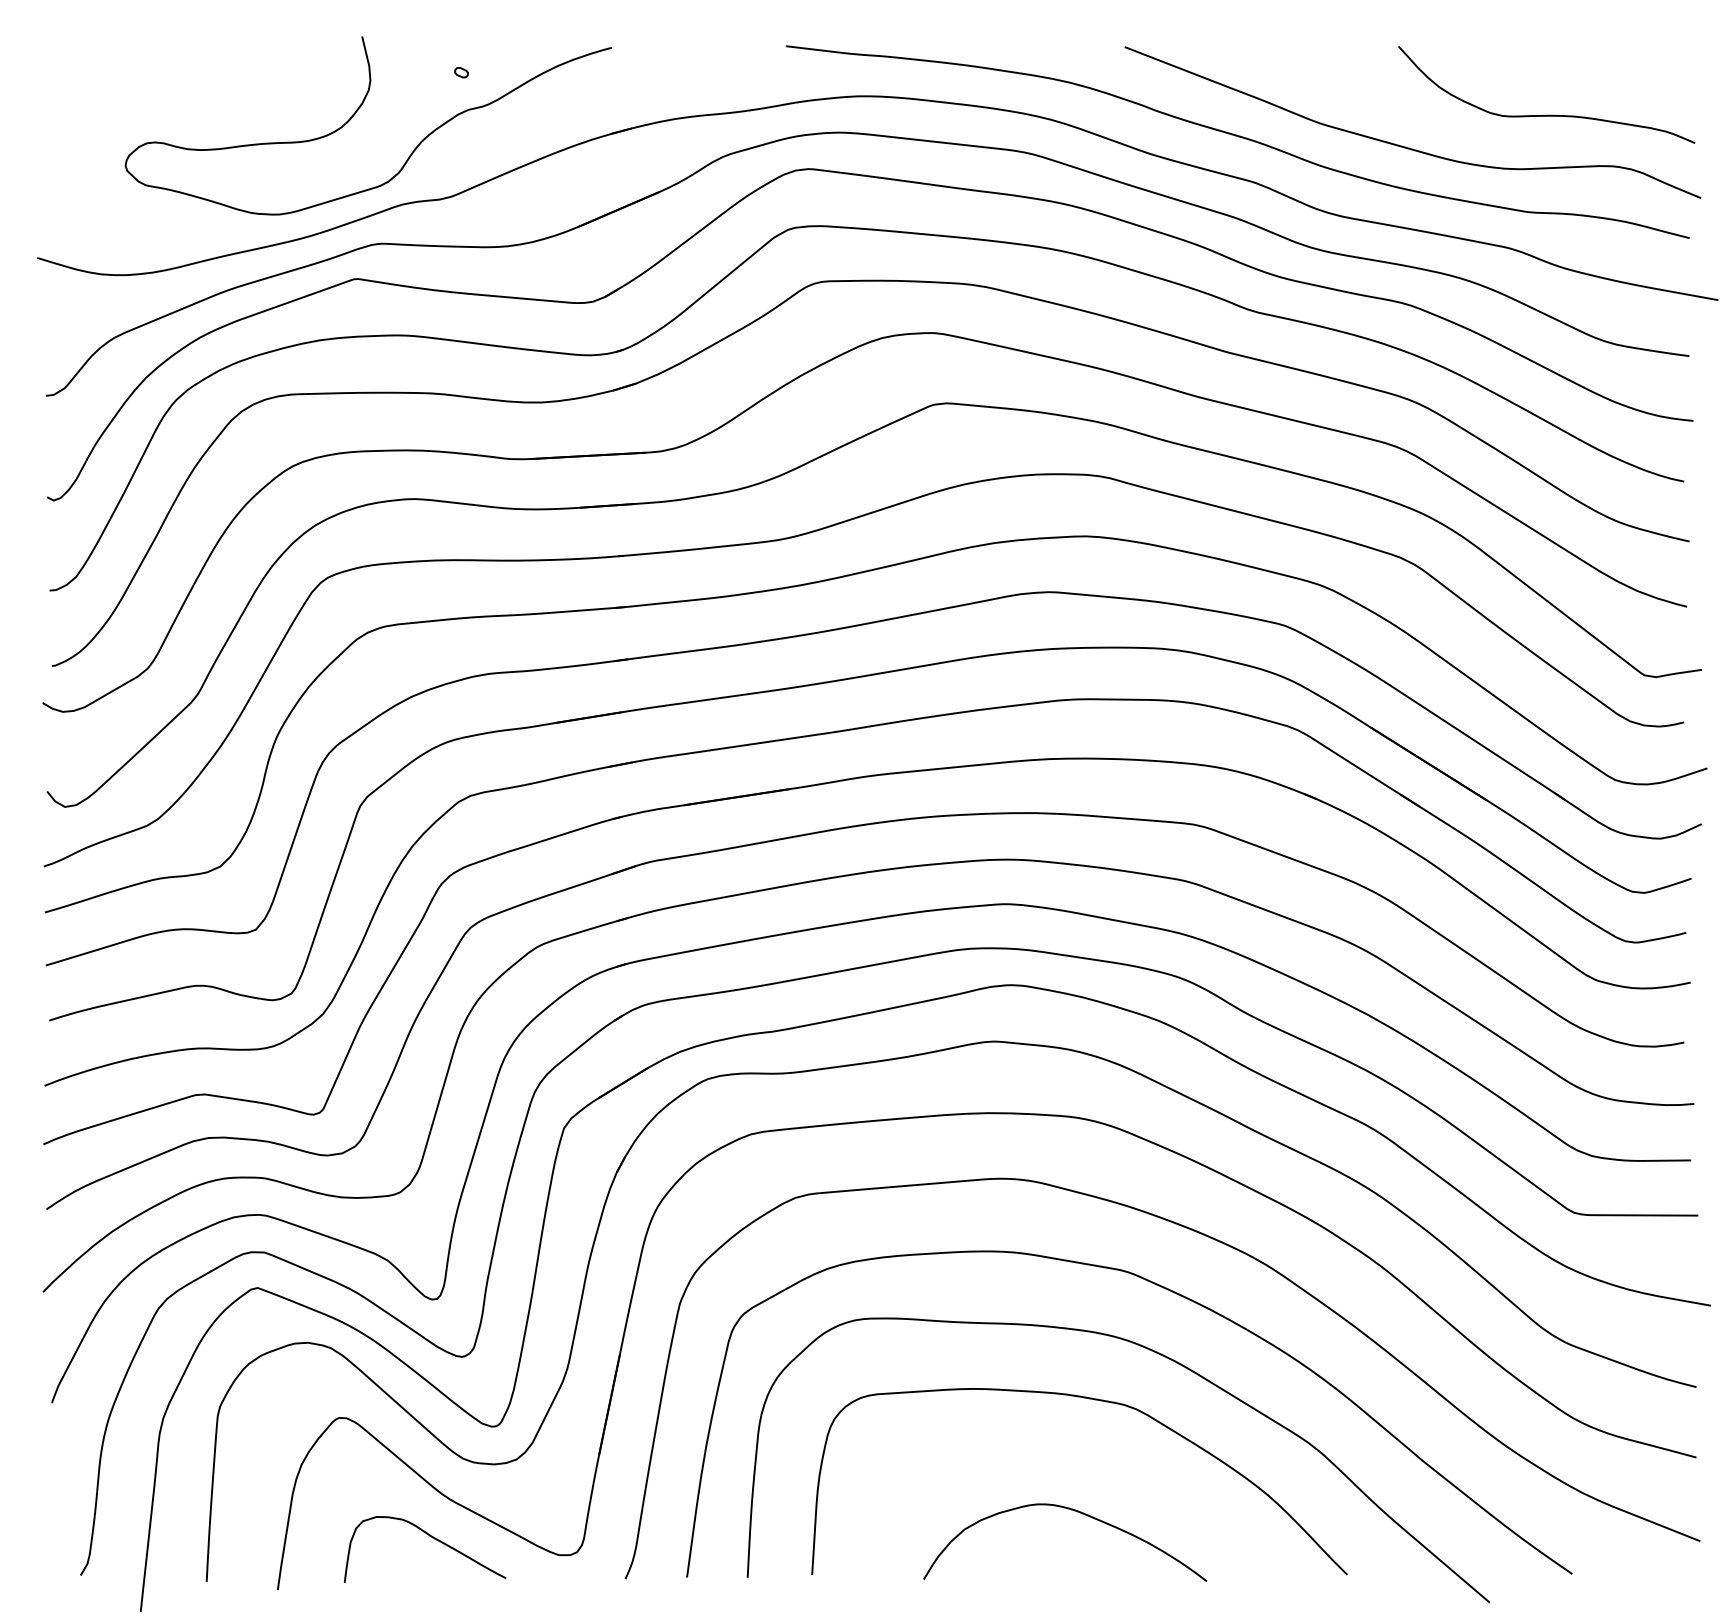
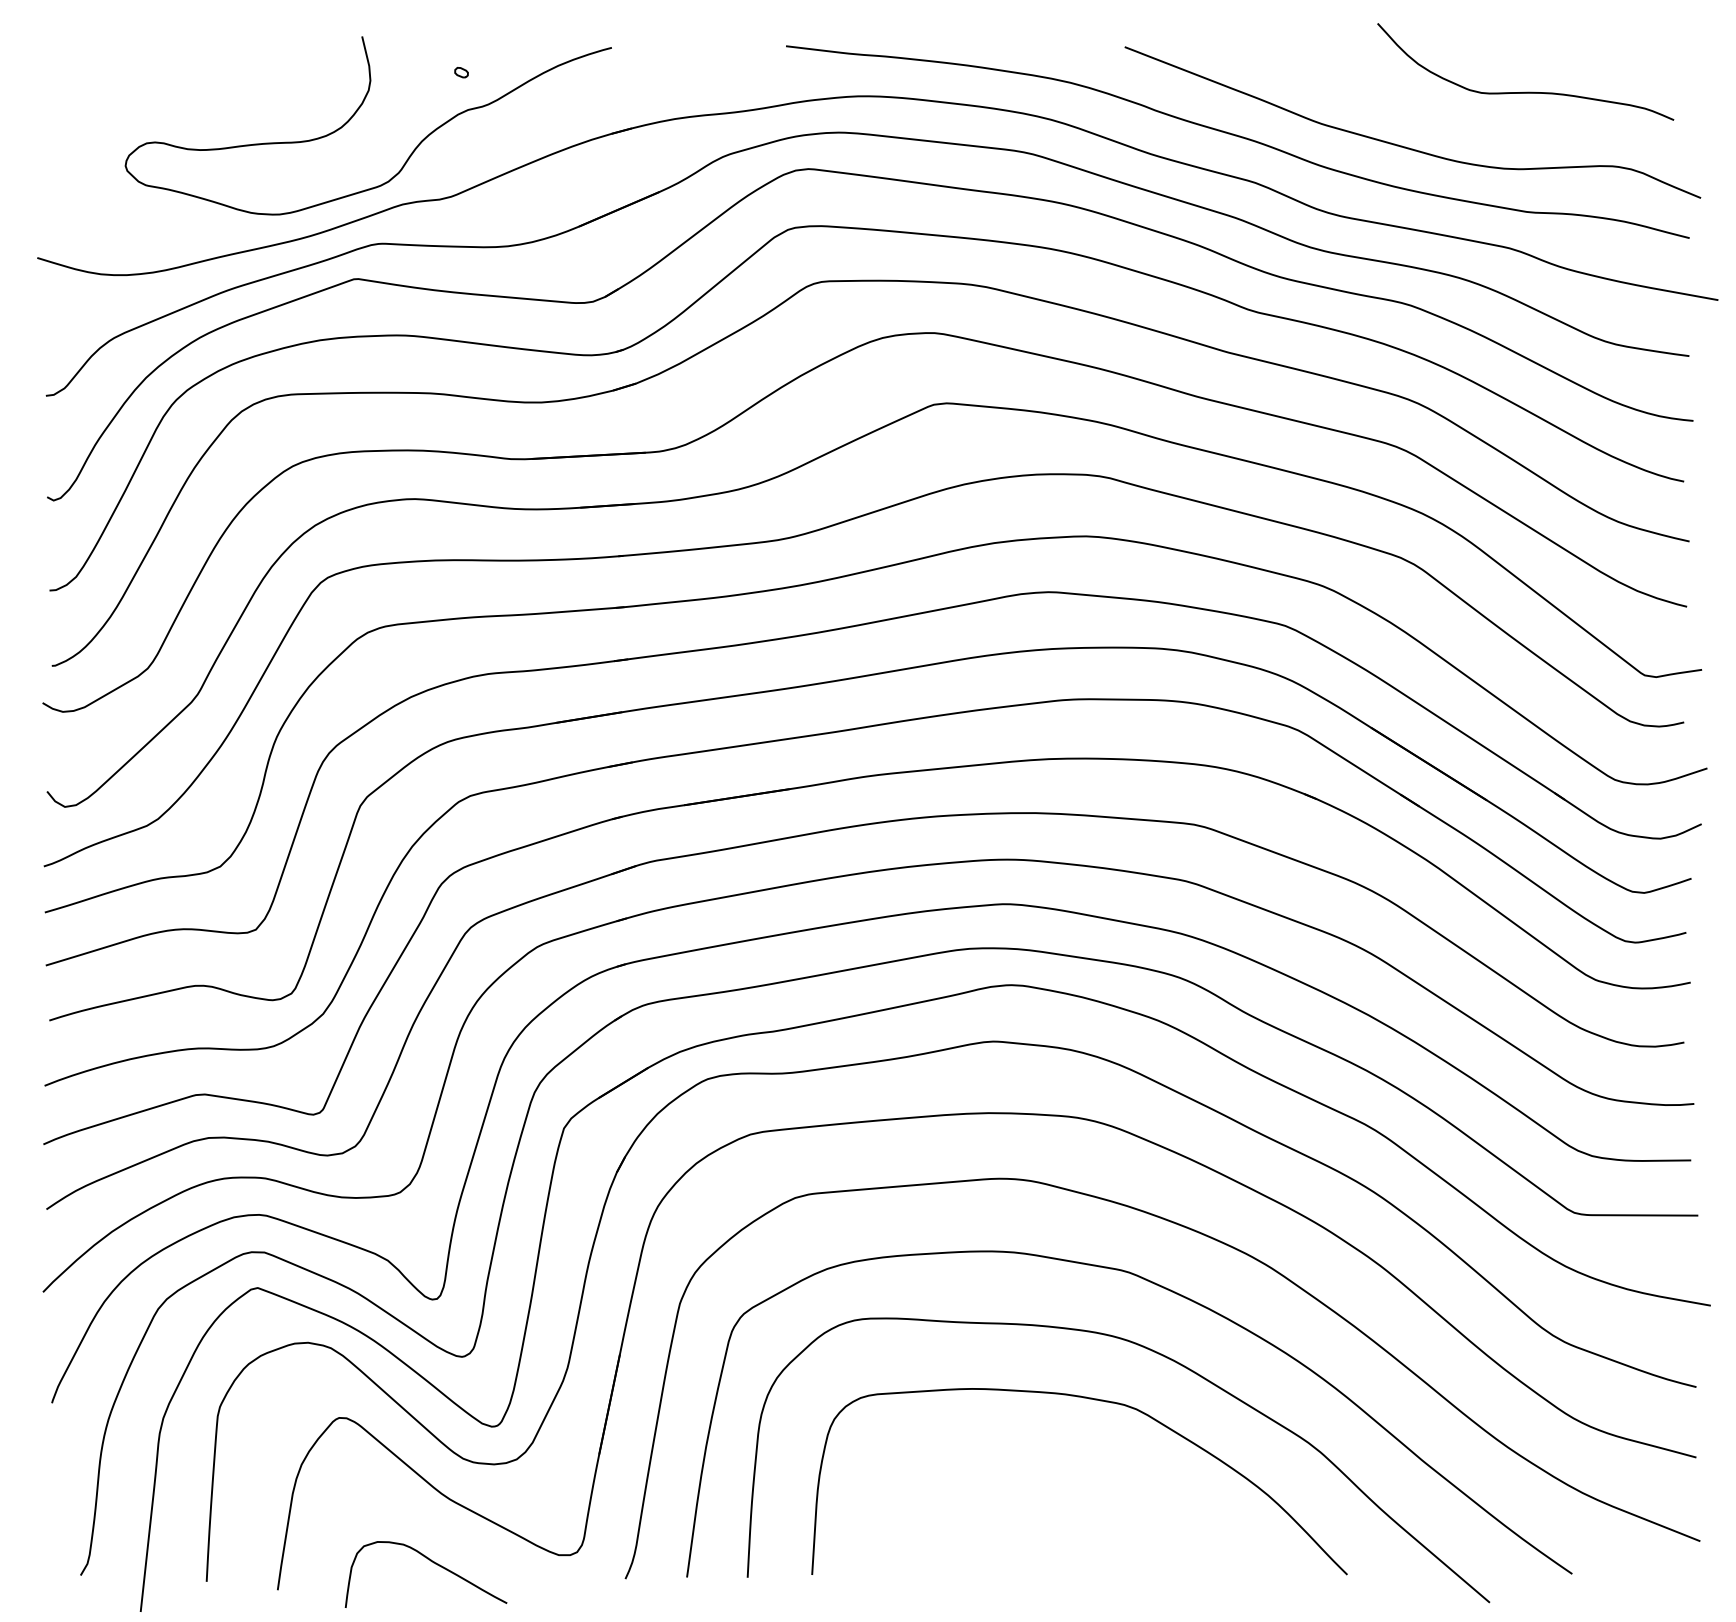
curve at (1546, 114) position: (1546, 114) -> (1525, 91)
curve at (1074, 1511): present -> none
curve at (432, 1538) position: (432, 1538) -> (433, 1563)
